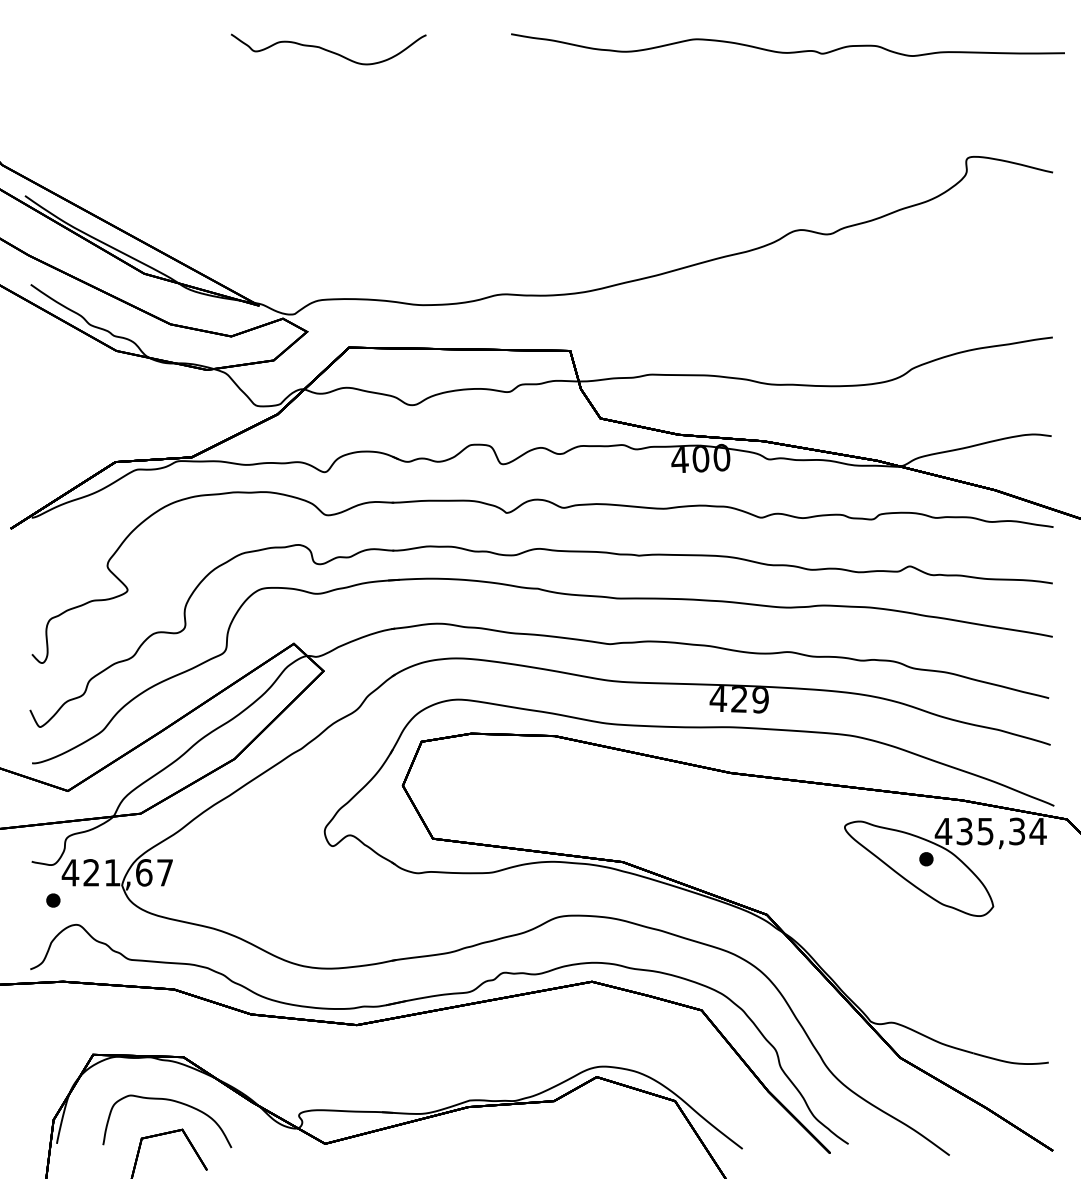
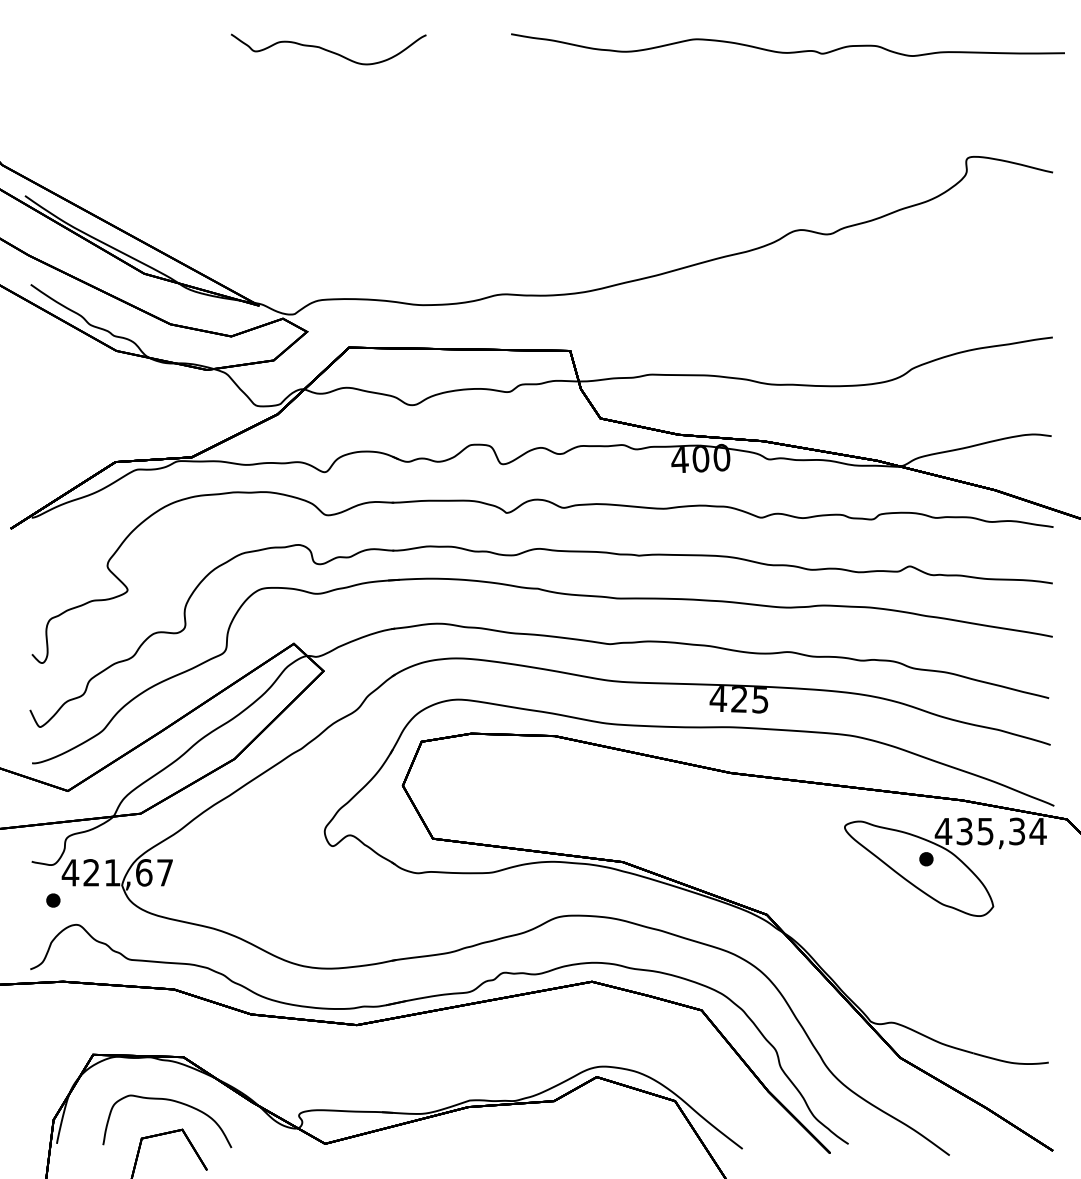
text at (760, 700): 429 -> 425
